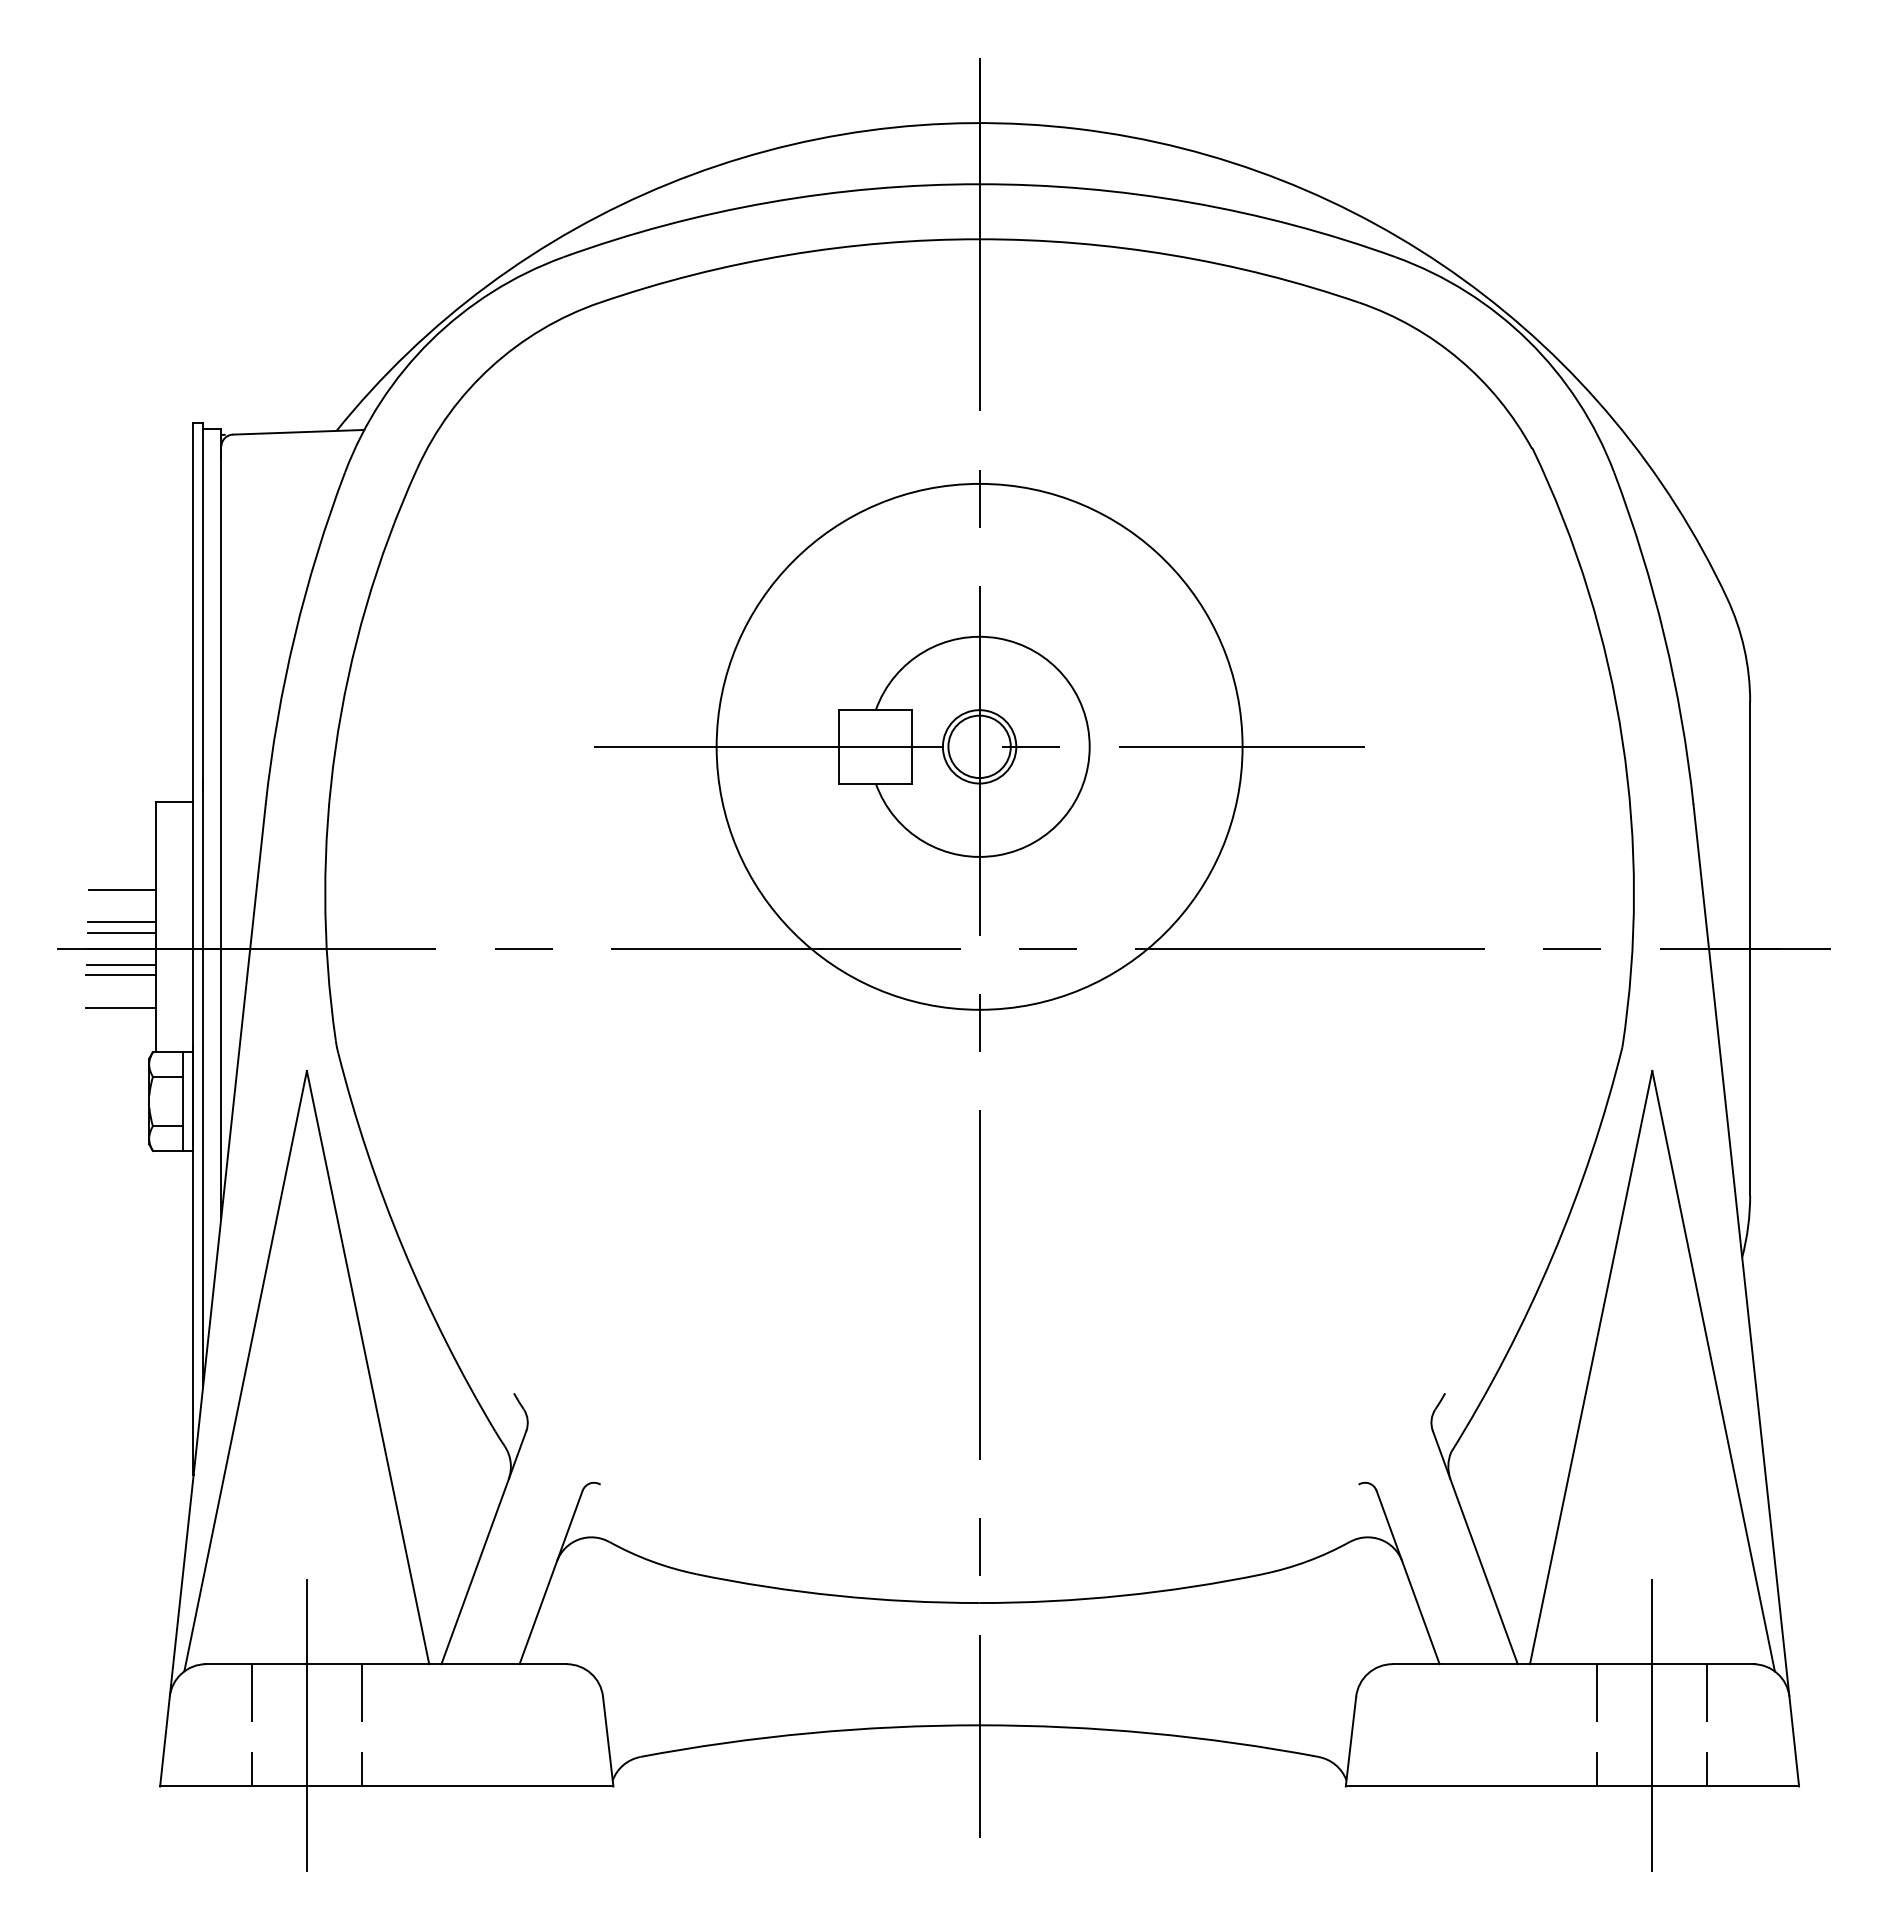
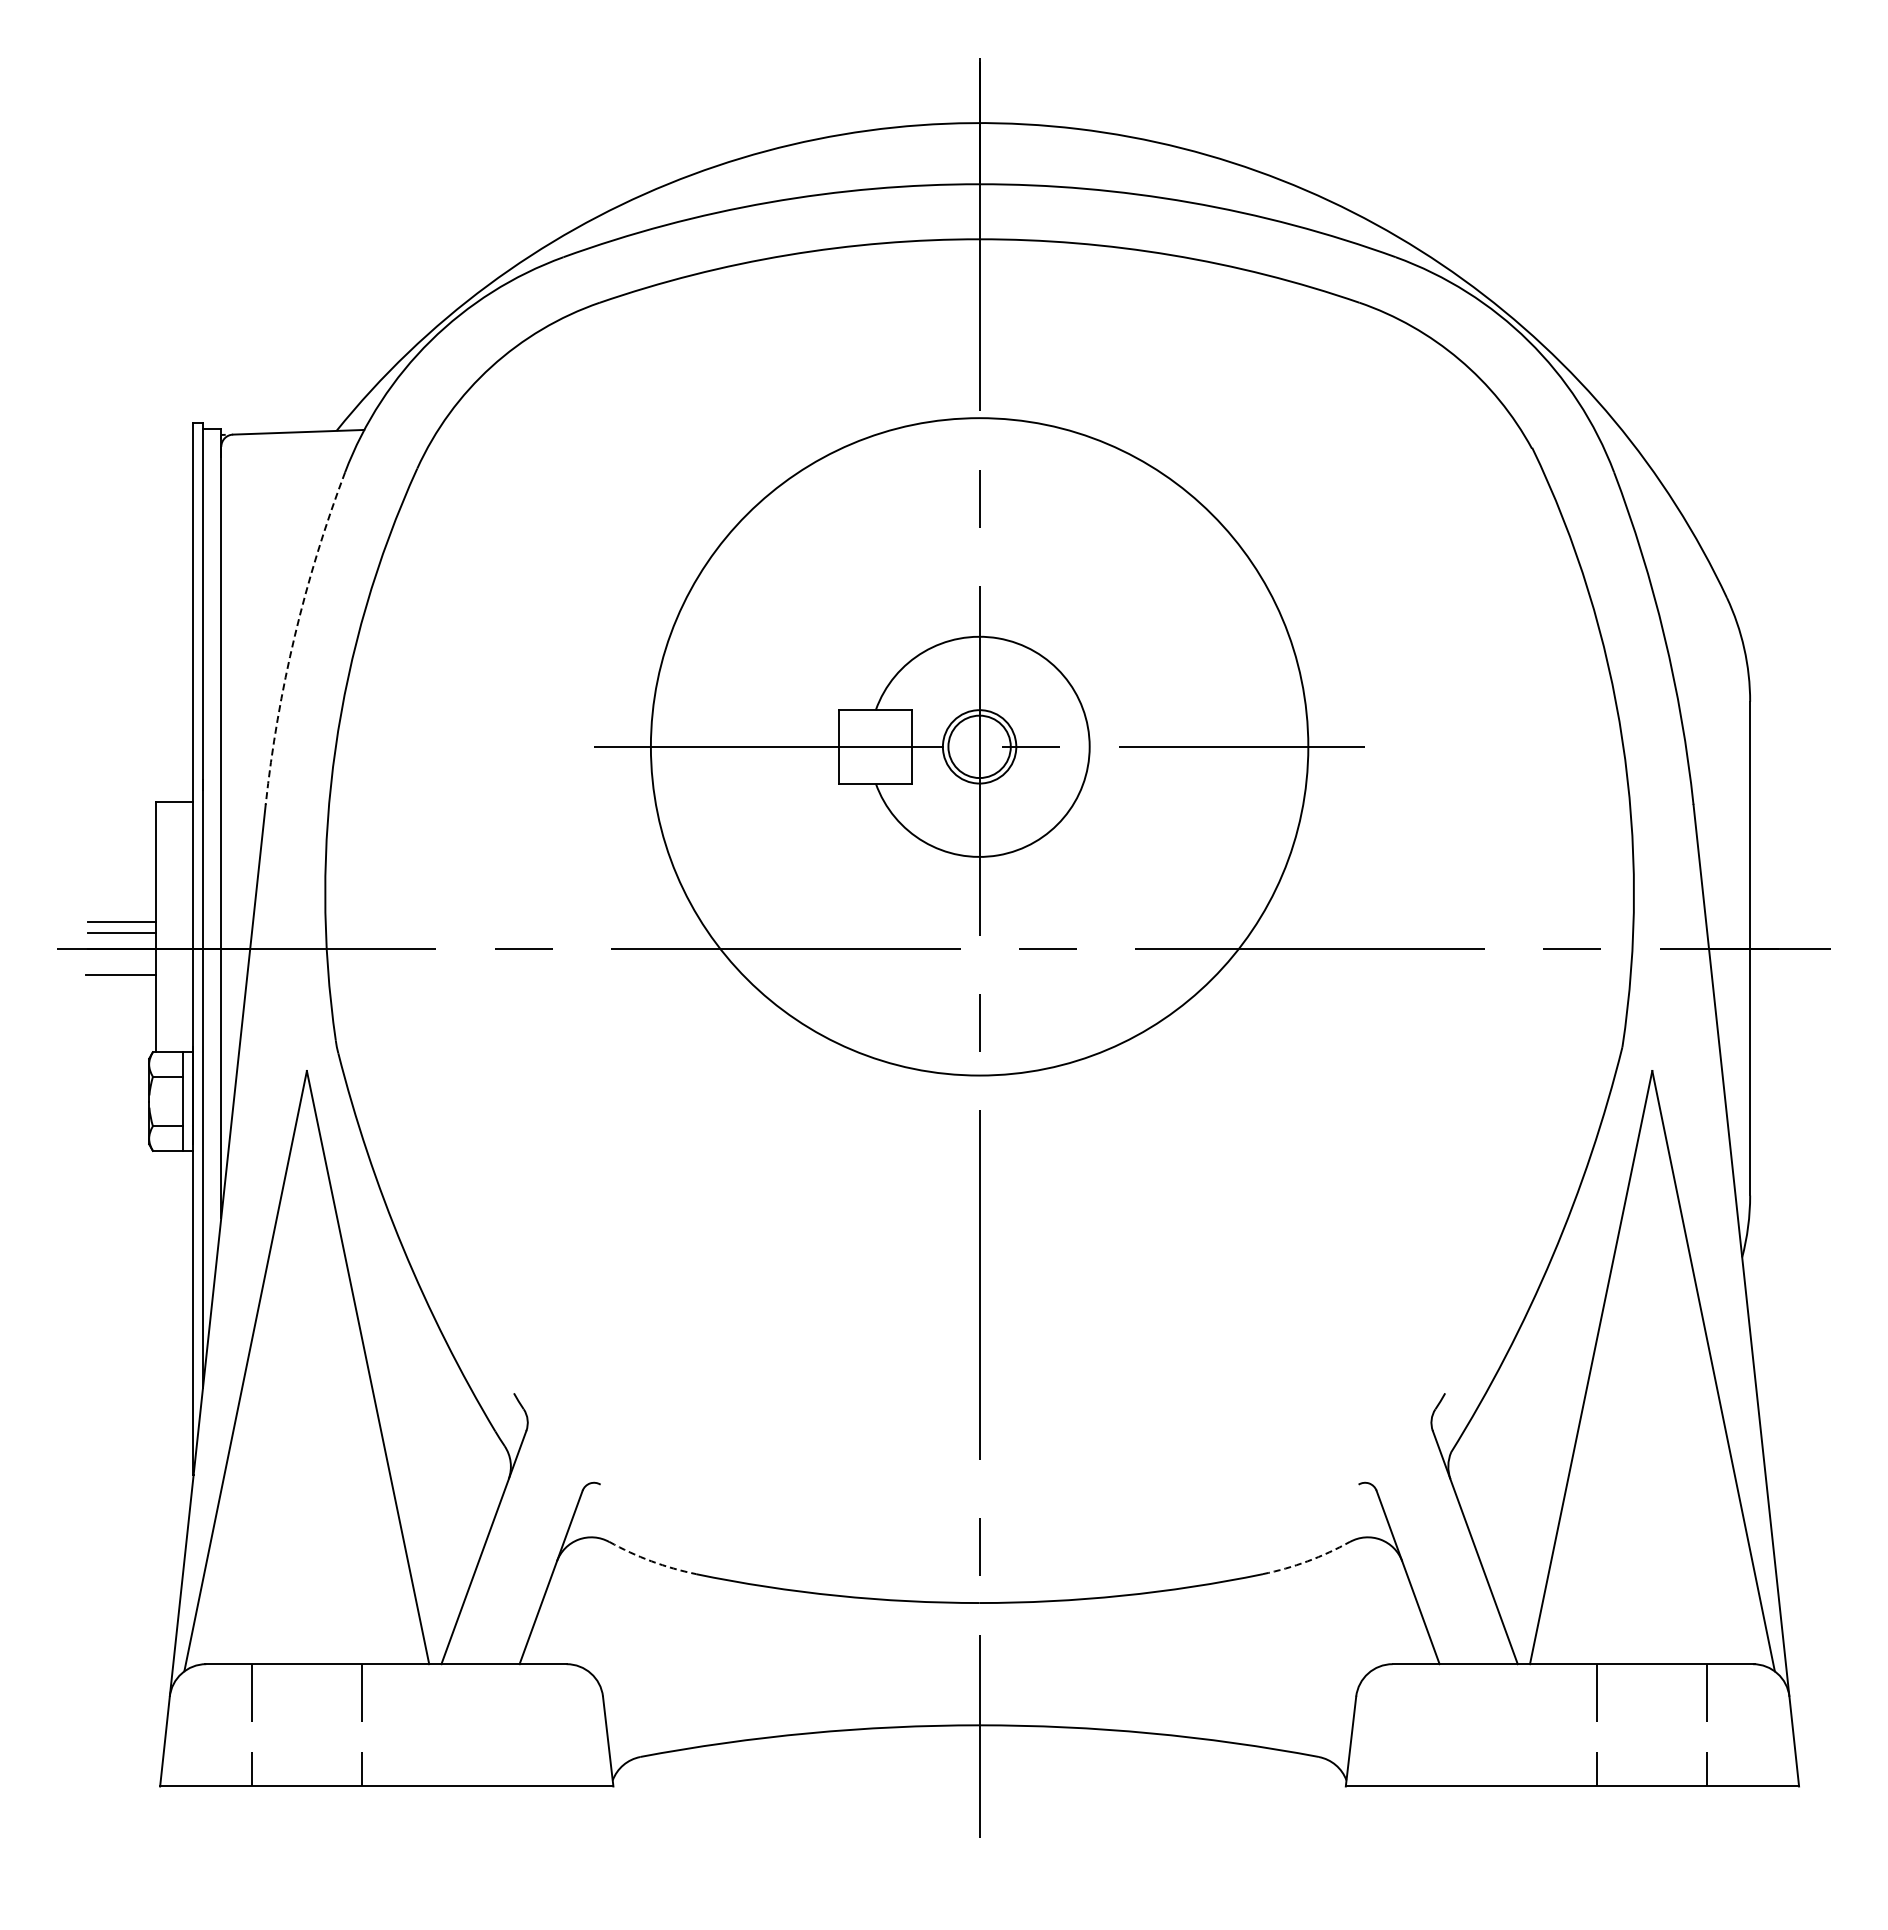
arc at (294, 636): solid -> dashed
circle at (979, 746) diameter: 526 px -> 657 px
line at (122, 889): present -> none
line at (121, 964): present -> none
line at (120, 1007): present -> none
arc at (651, 1561): solid -> dashed
arc at (1307, 1561): solid -> dashed
line at (306, 1725): present -> none
line at (1652, 1725): present -> none
